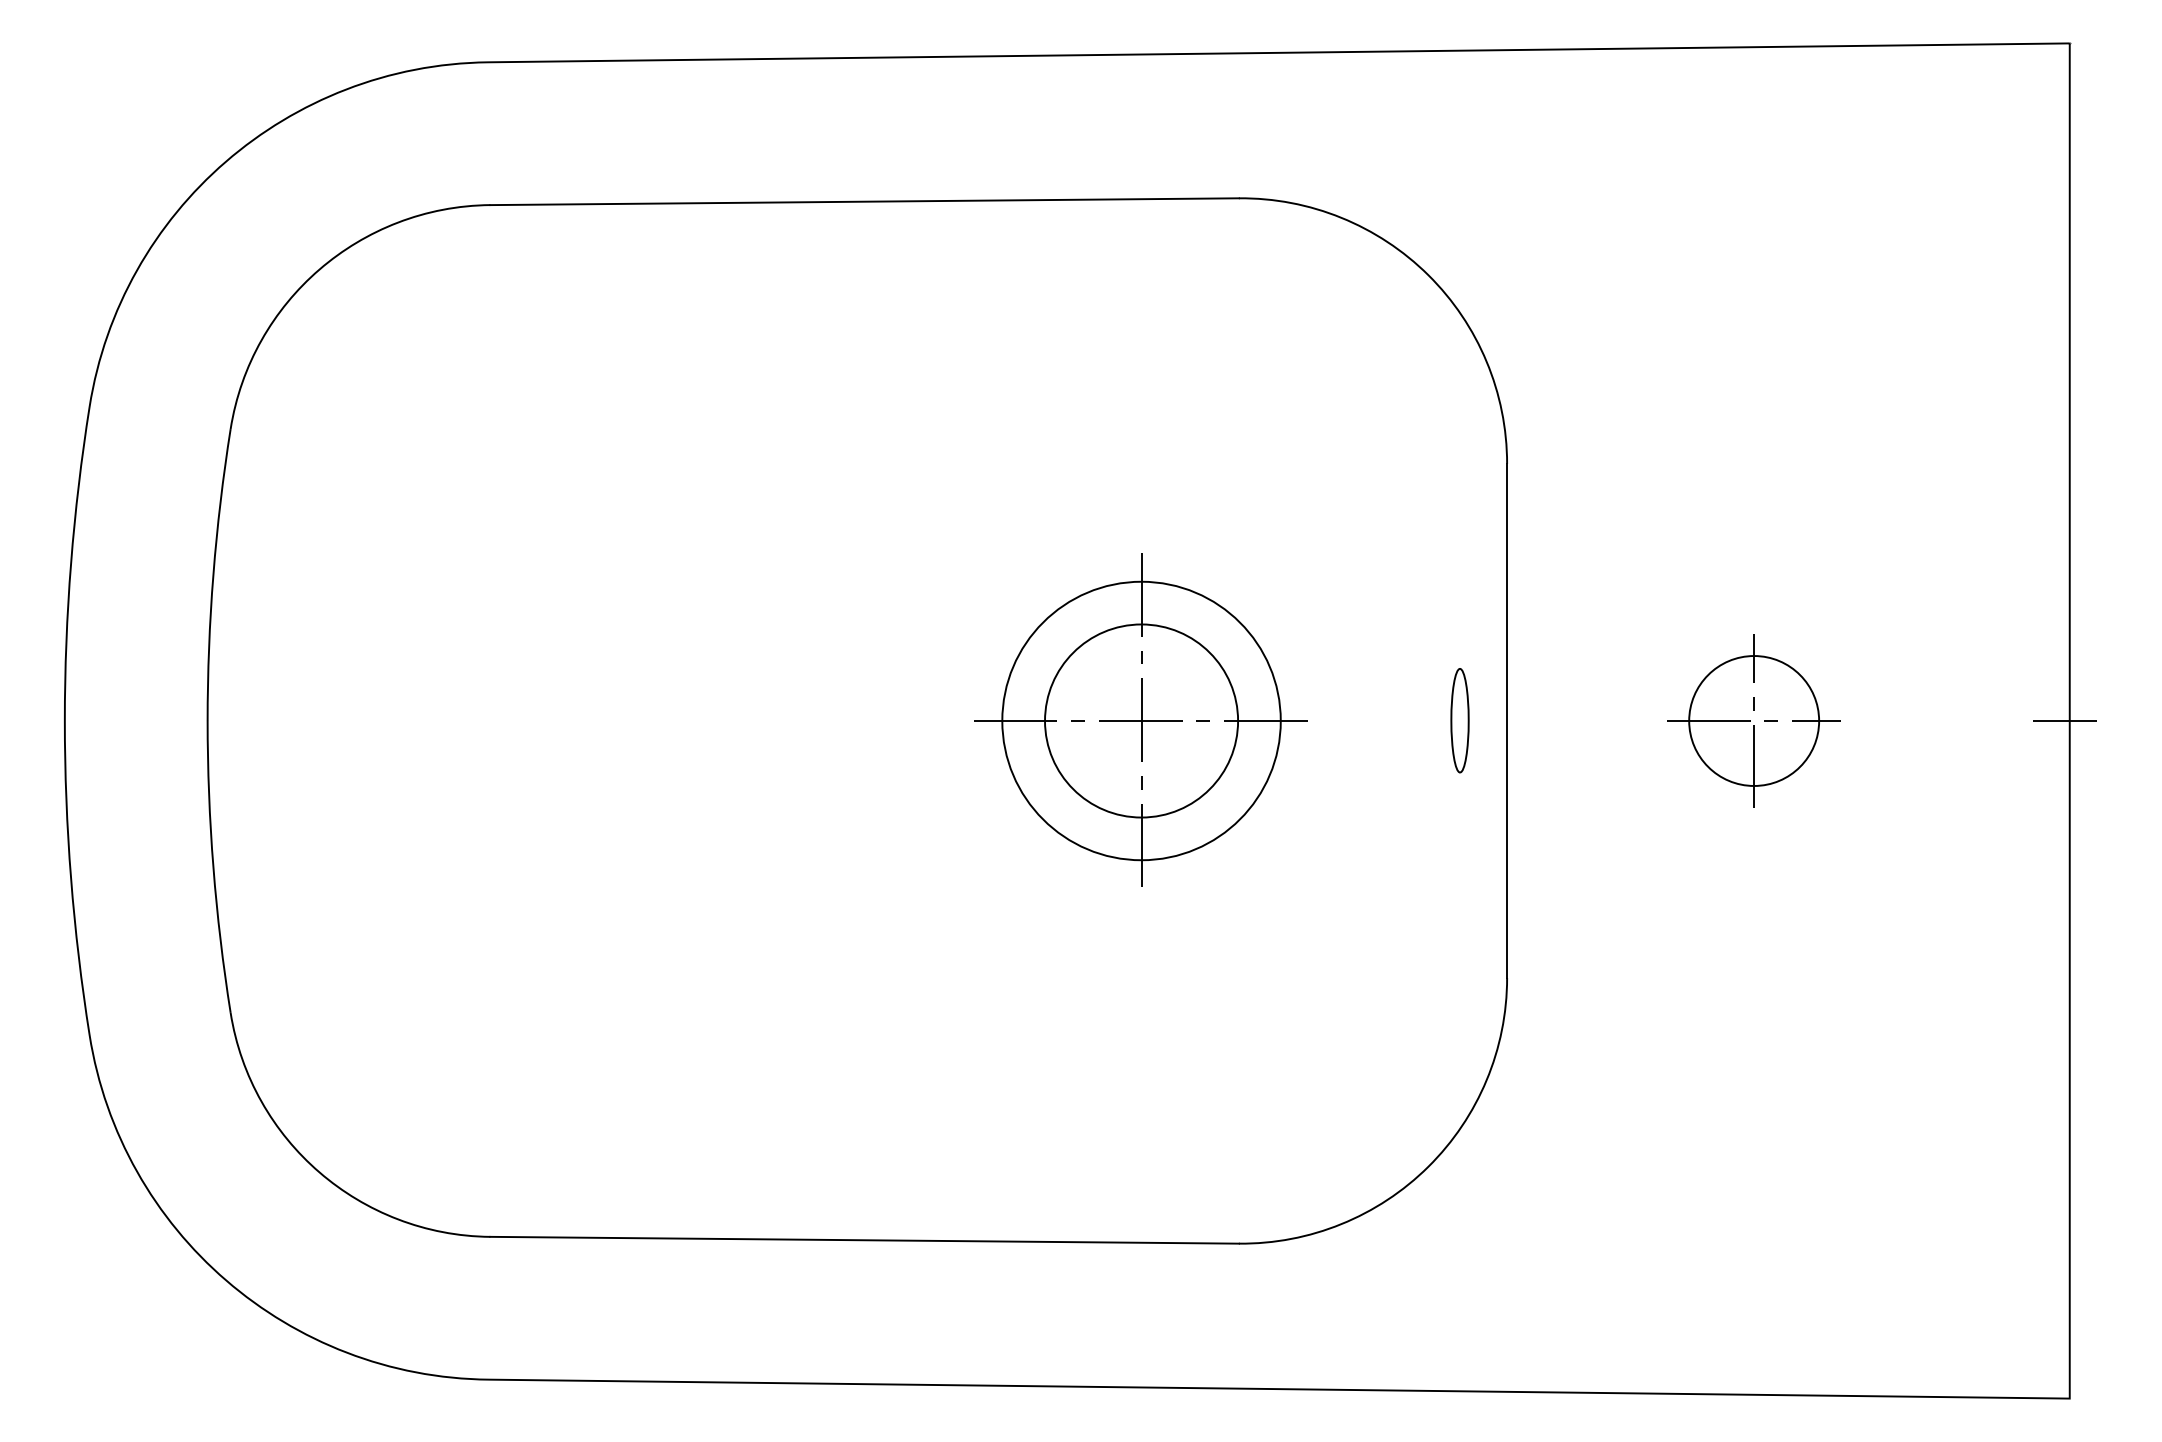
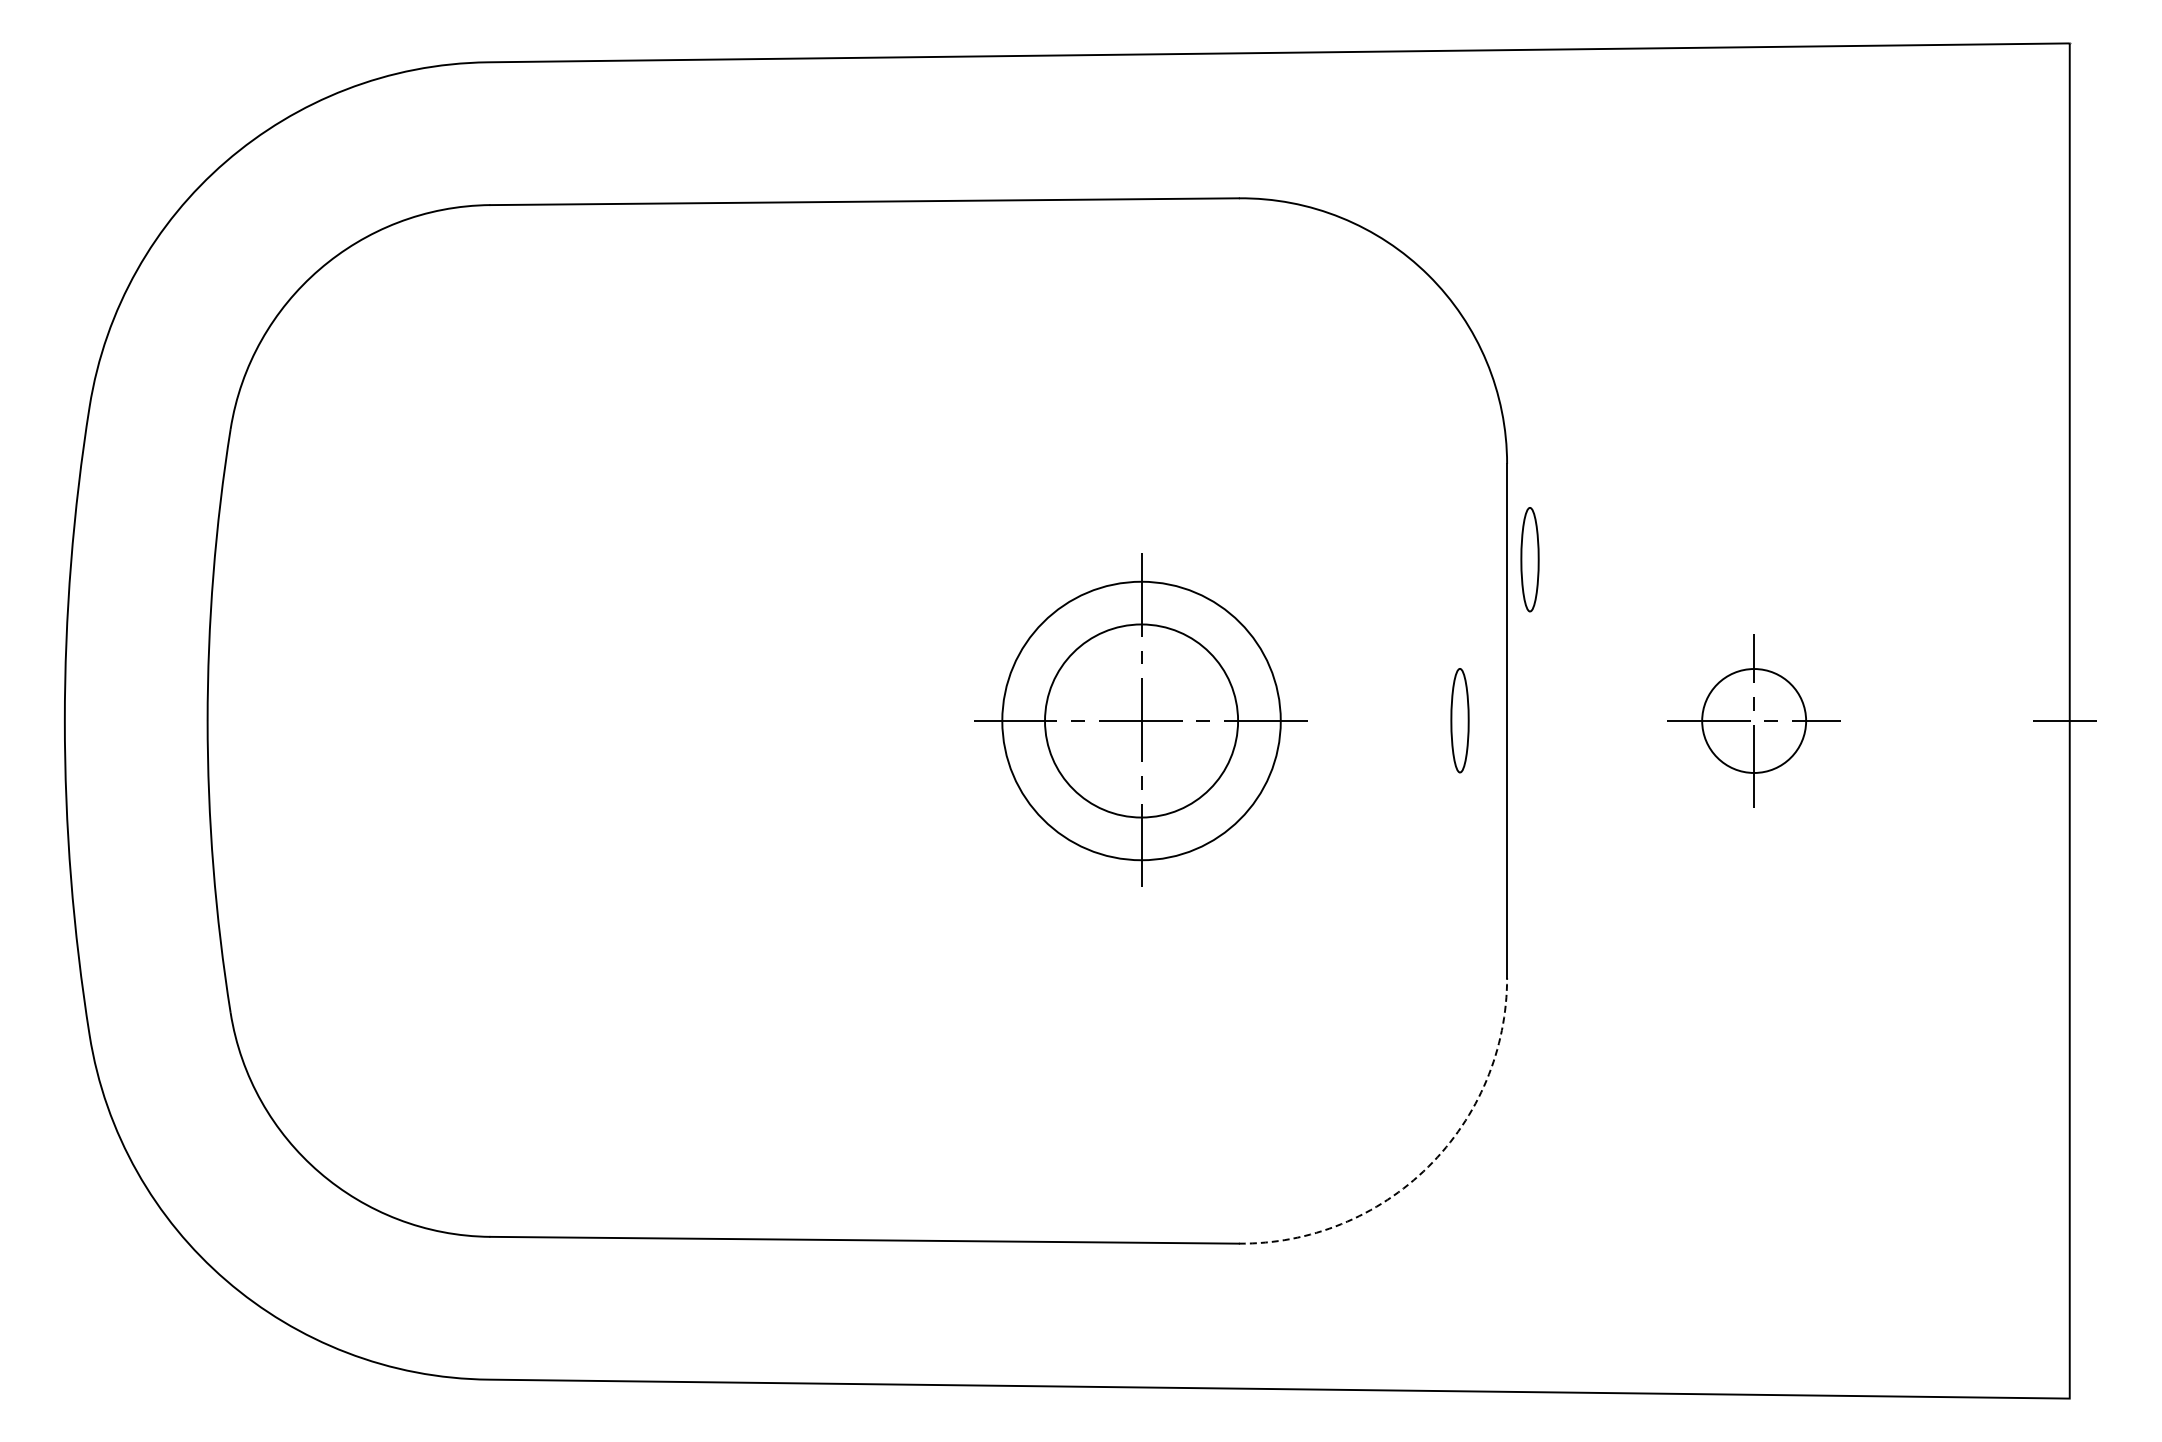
part at (1529, 559): none -> present
circle at (1754, 720) diameter: 130 px -> 104 px
arc at (1428, 1166): solid -> dashed
